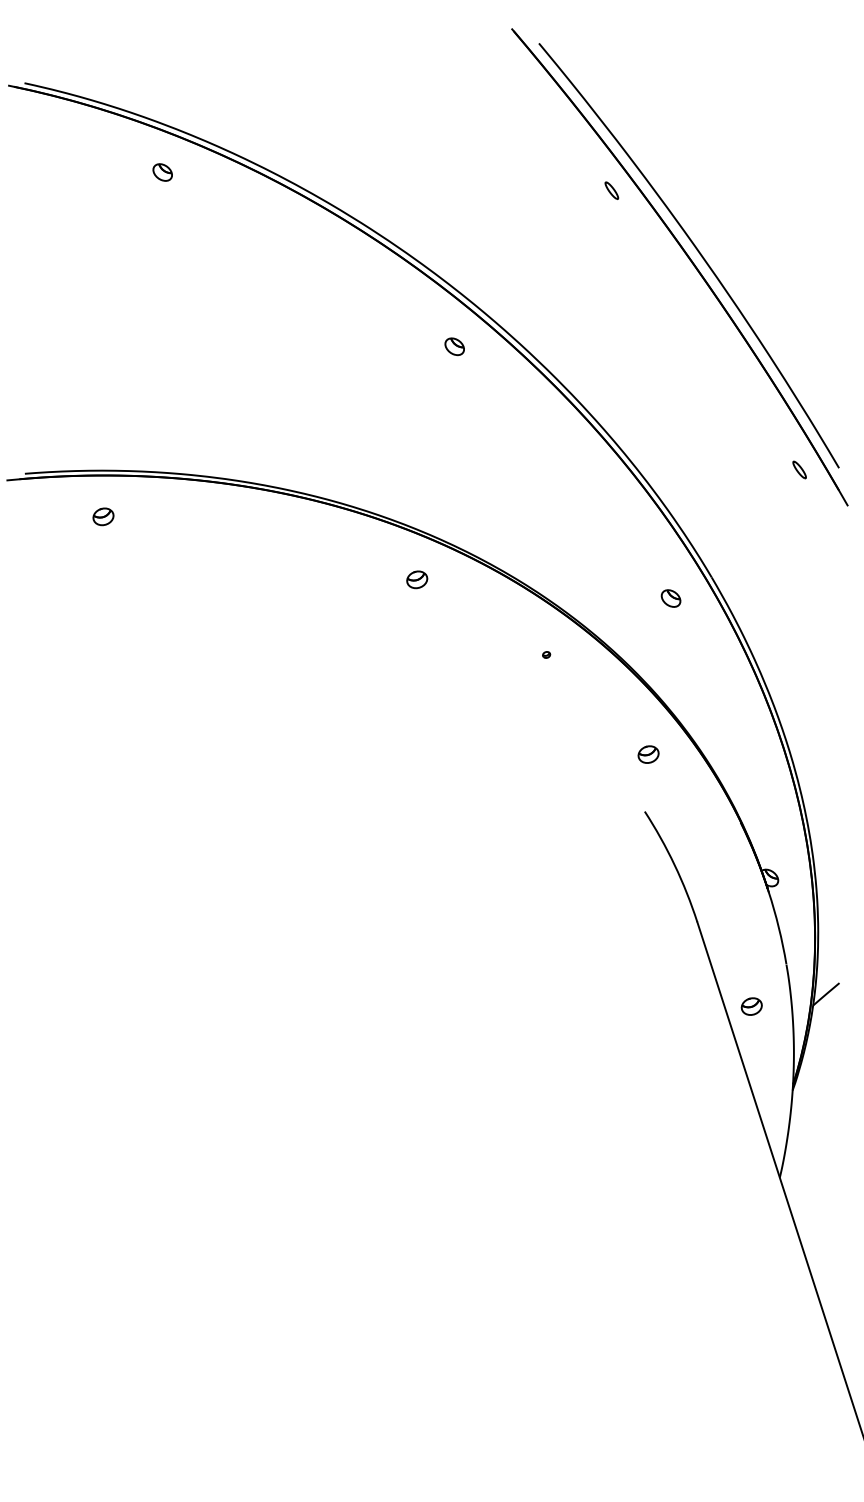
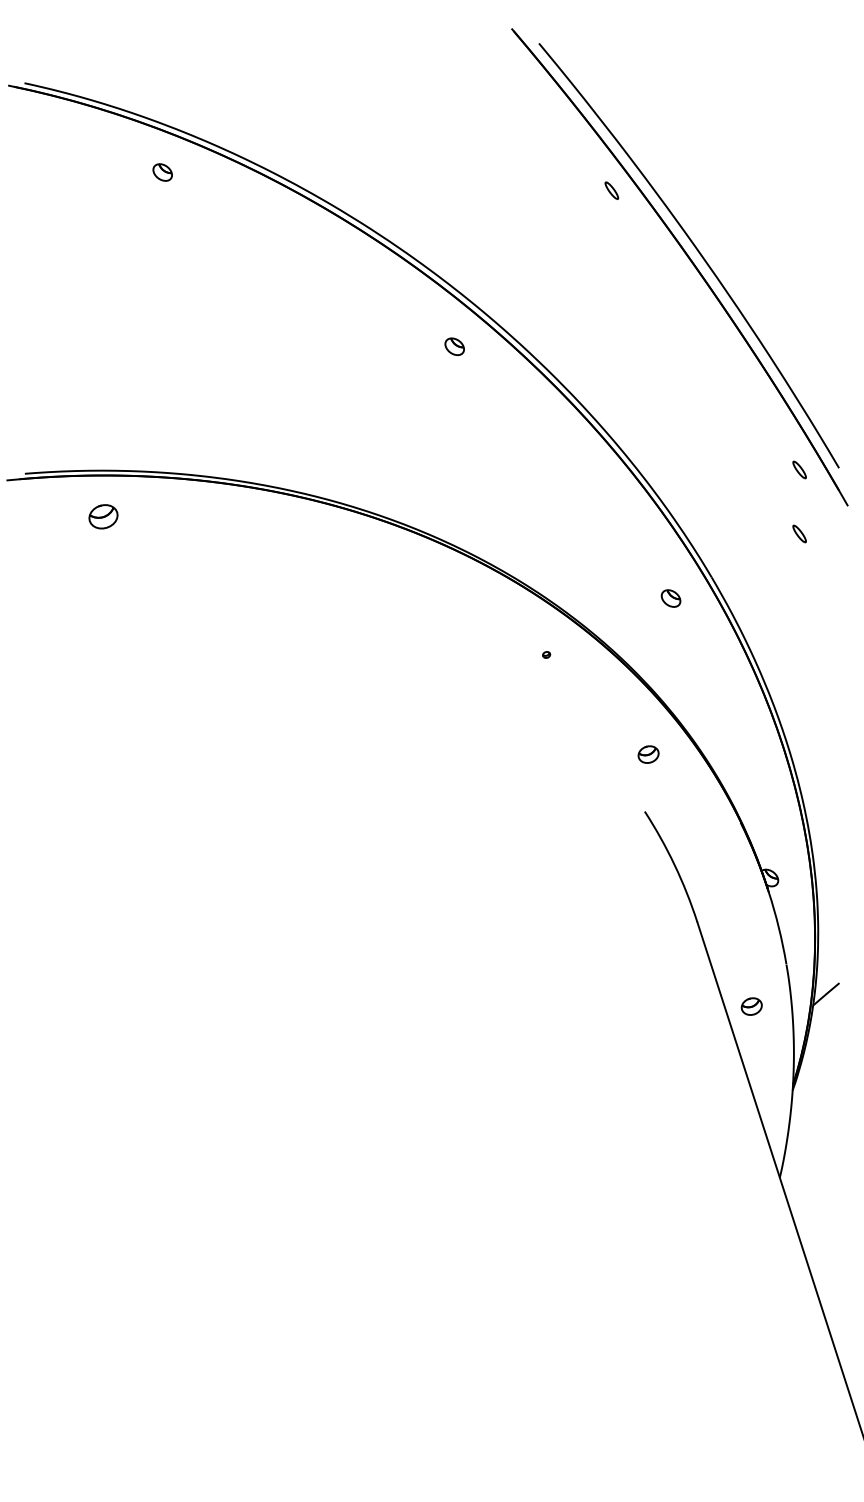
part at (103, 516) size: 23x20 px -> 31x26 px
part at (799, 533): none -> present
part at (417, 579): present -> none
